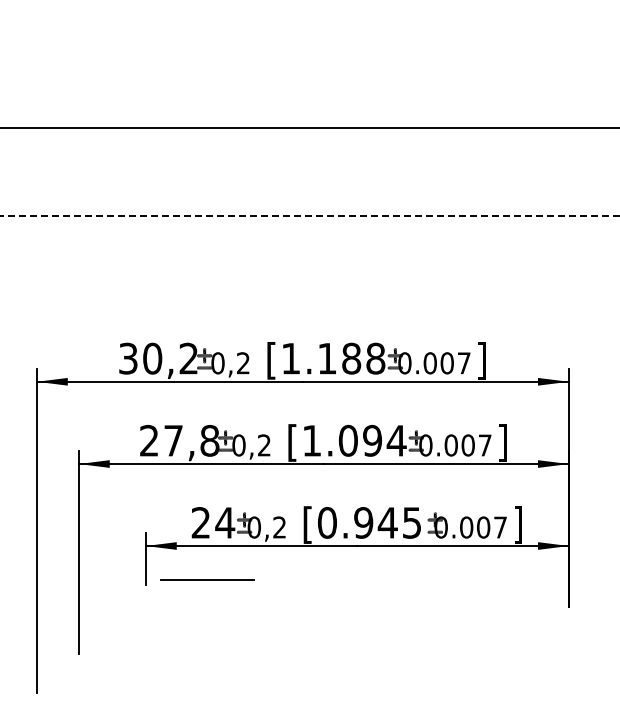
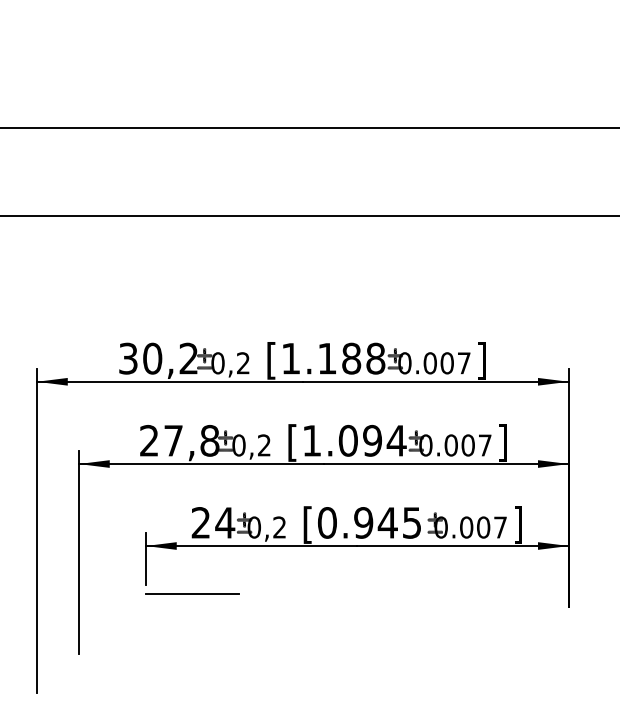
line at (309, 215): dashed -> solid
line at (207, 579) position: (207, 579) -> (192, 593)
